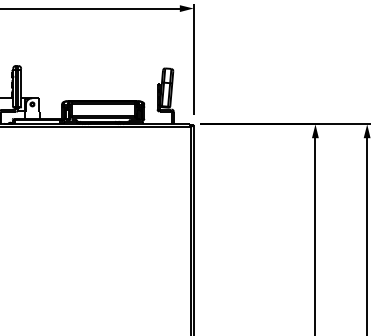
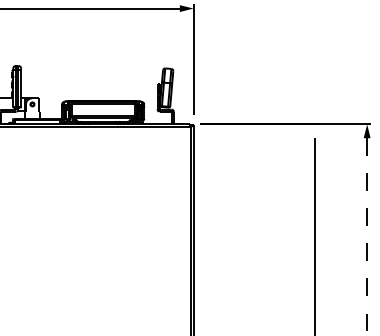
fill at (314, 131): present -> none
line at (367, 237): solid -> dashed
